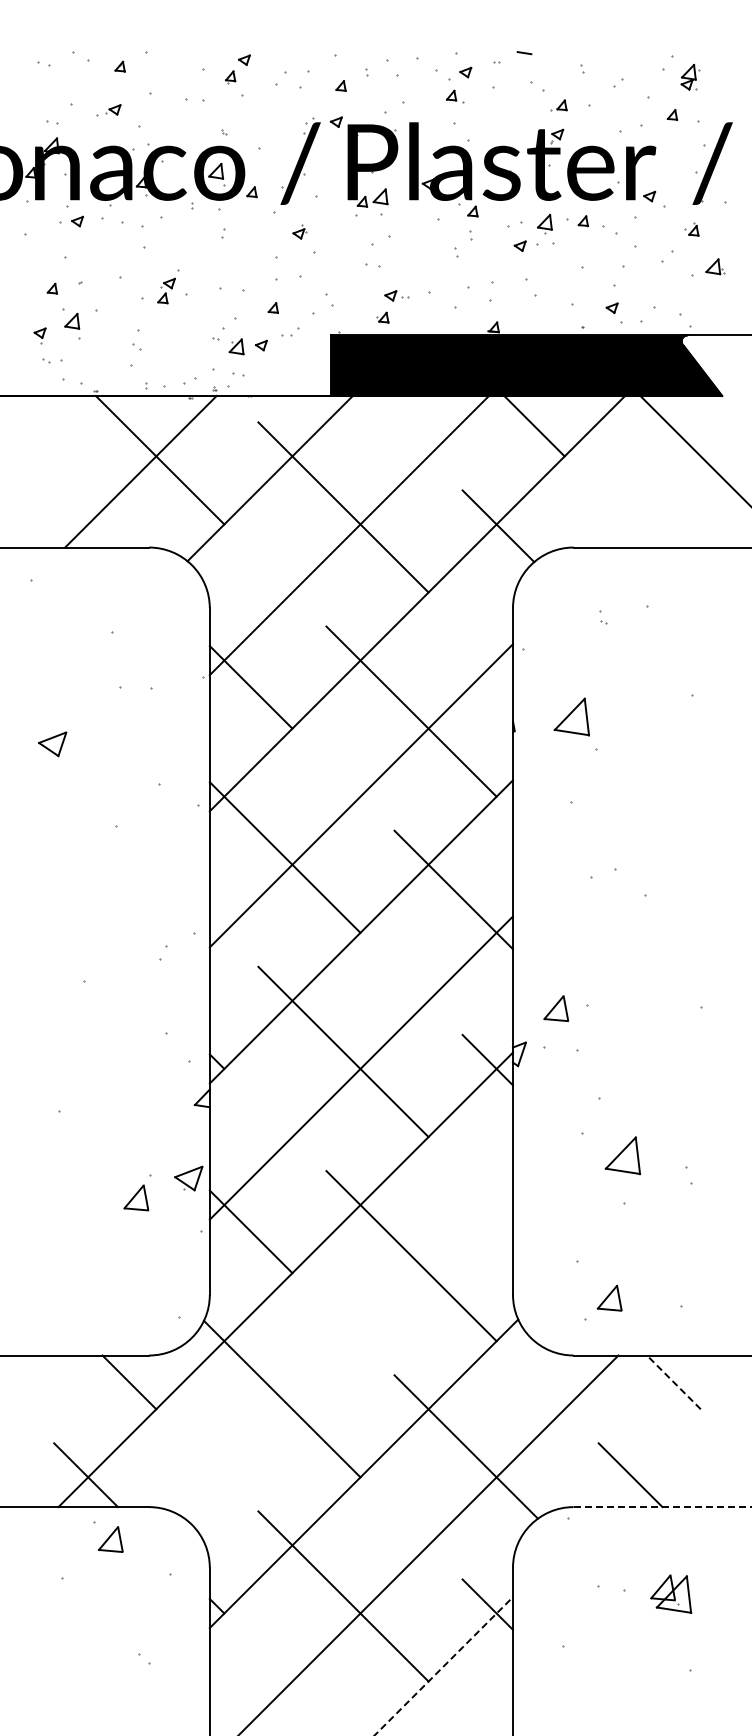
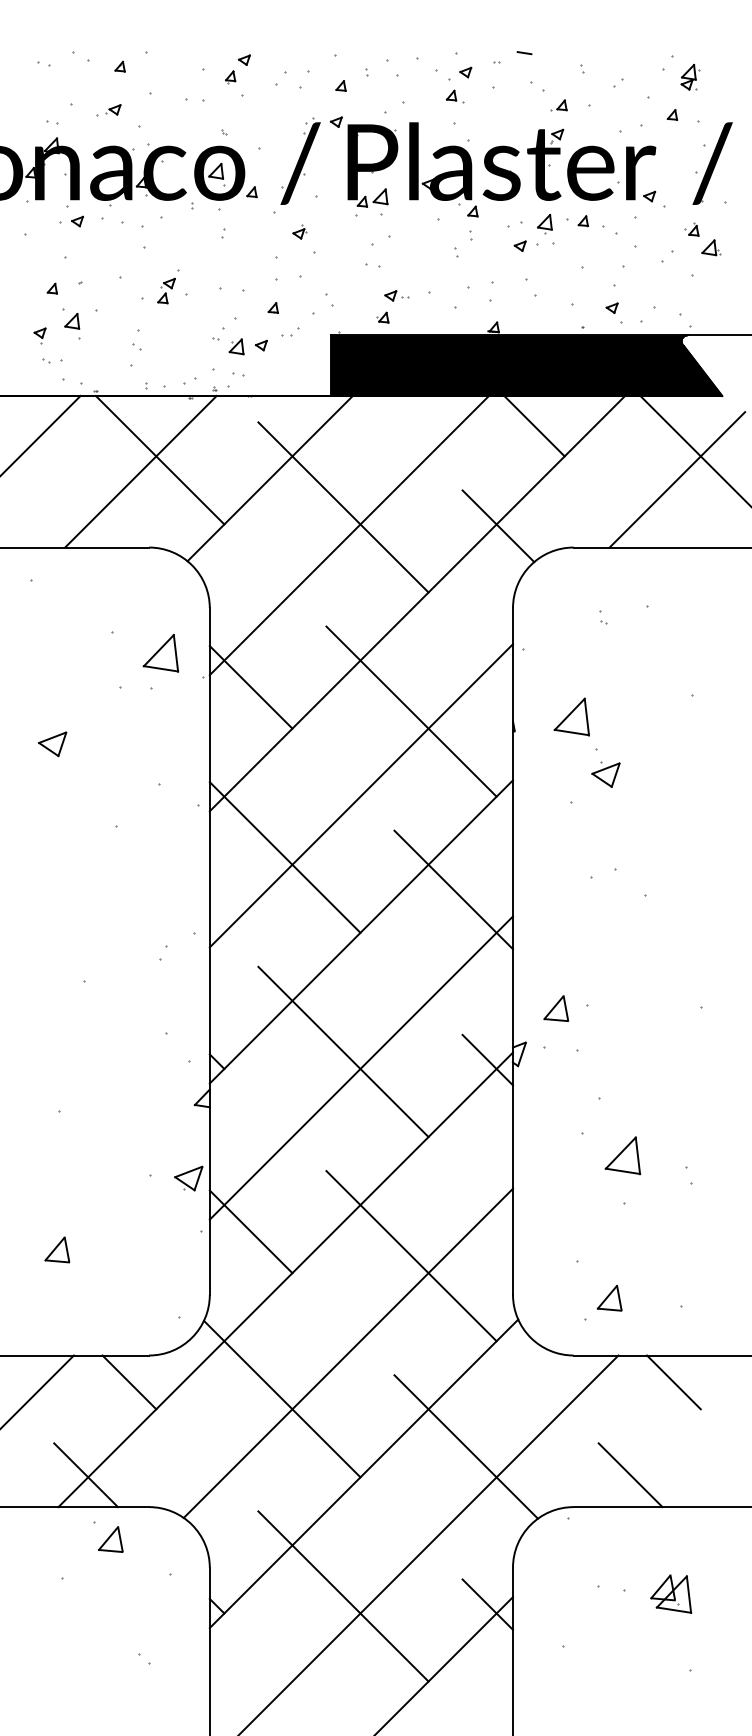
part at (715, 266) position: (715, 266) -> (711, 247)
line at (41, 434): none -> present
line at (677, 479): none -> present
part at (160, 653): none -> present
part at (605, 774): none -> present
part at (136, 1197) position: (136, 1197) -> (57, 1249)
line at (348, 1352): none -> present
line at (673, 1382): dashed -> solid
line at (37, 1391): none -> present
line at (662, 1507): dashed -> solid
line at (443, 1666): dashed -> solid
